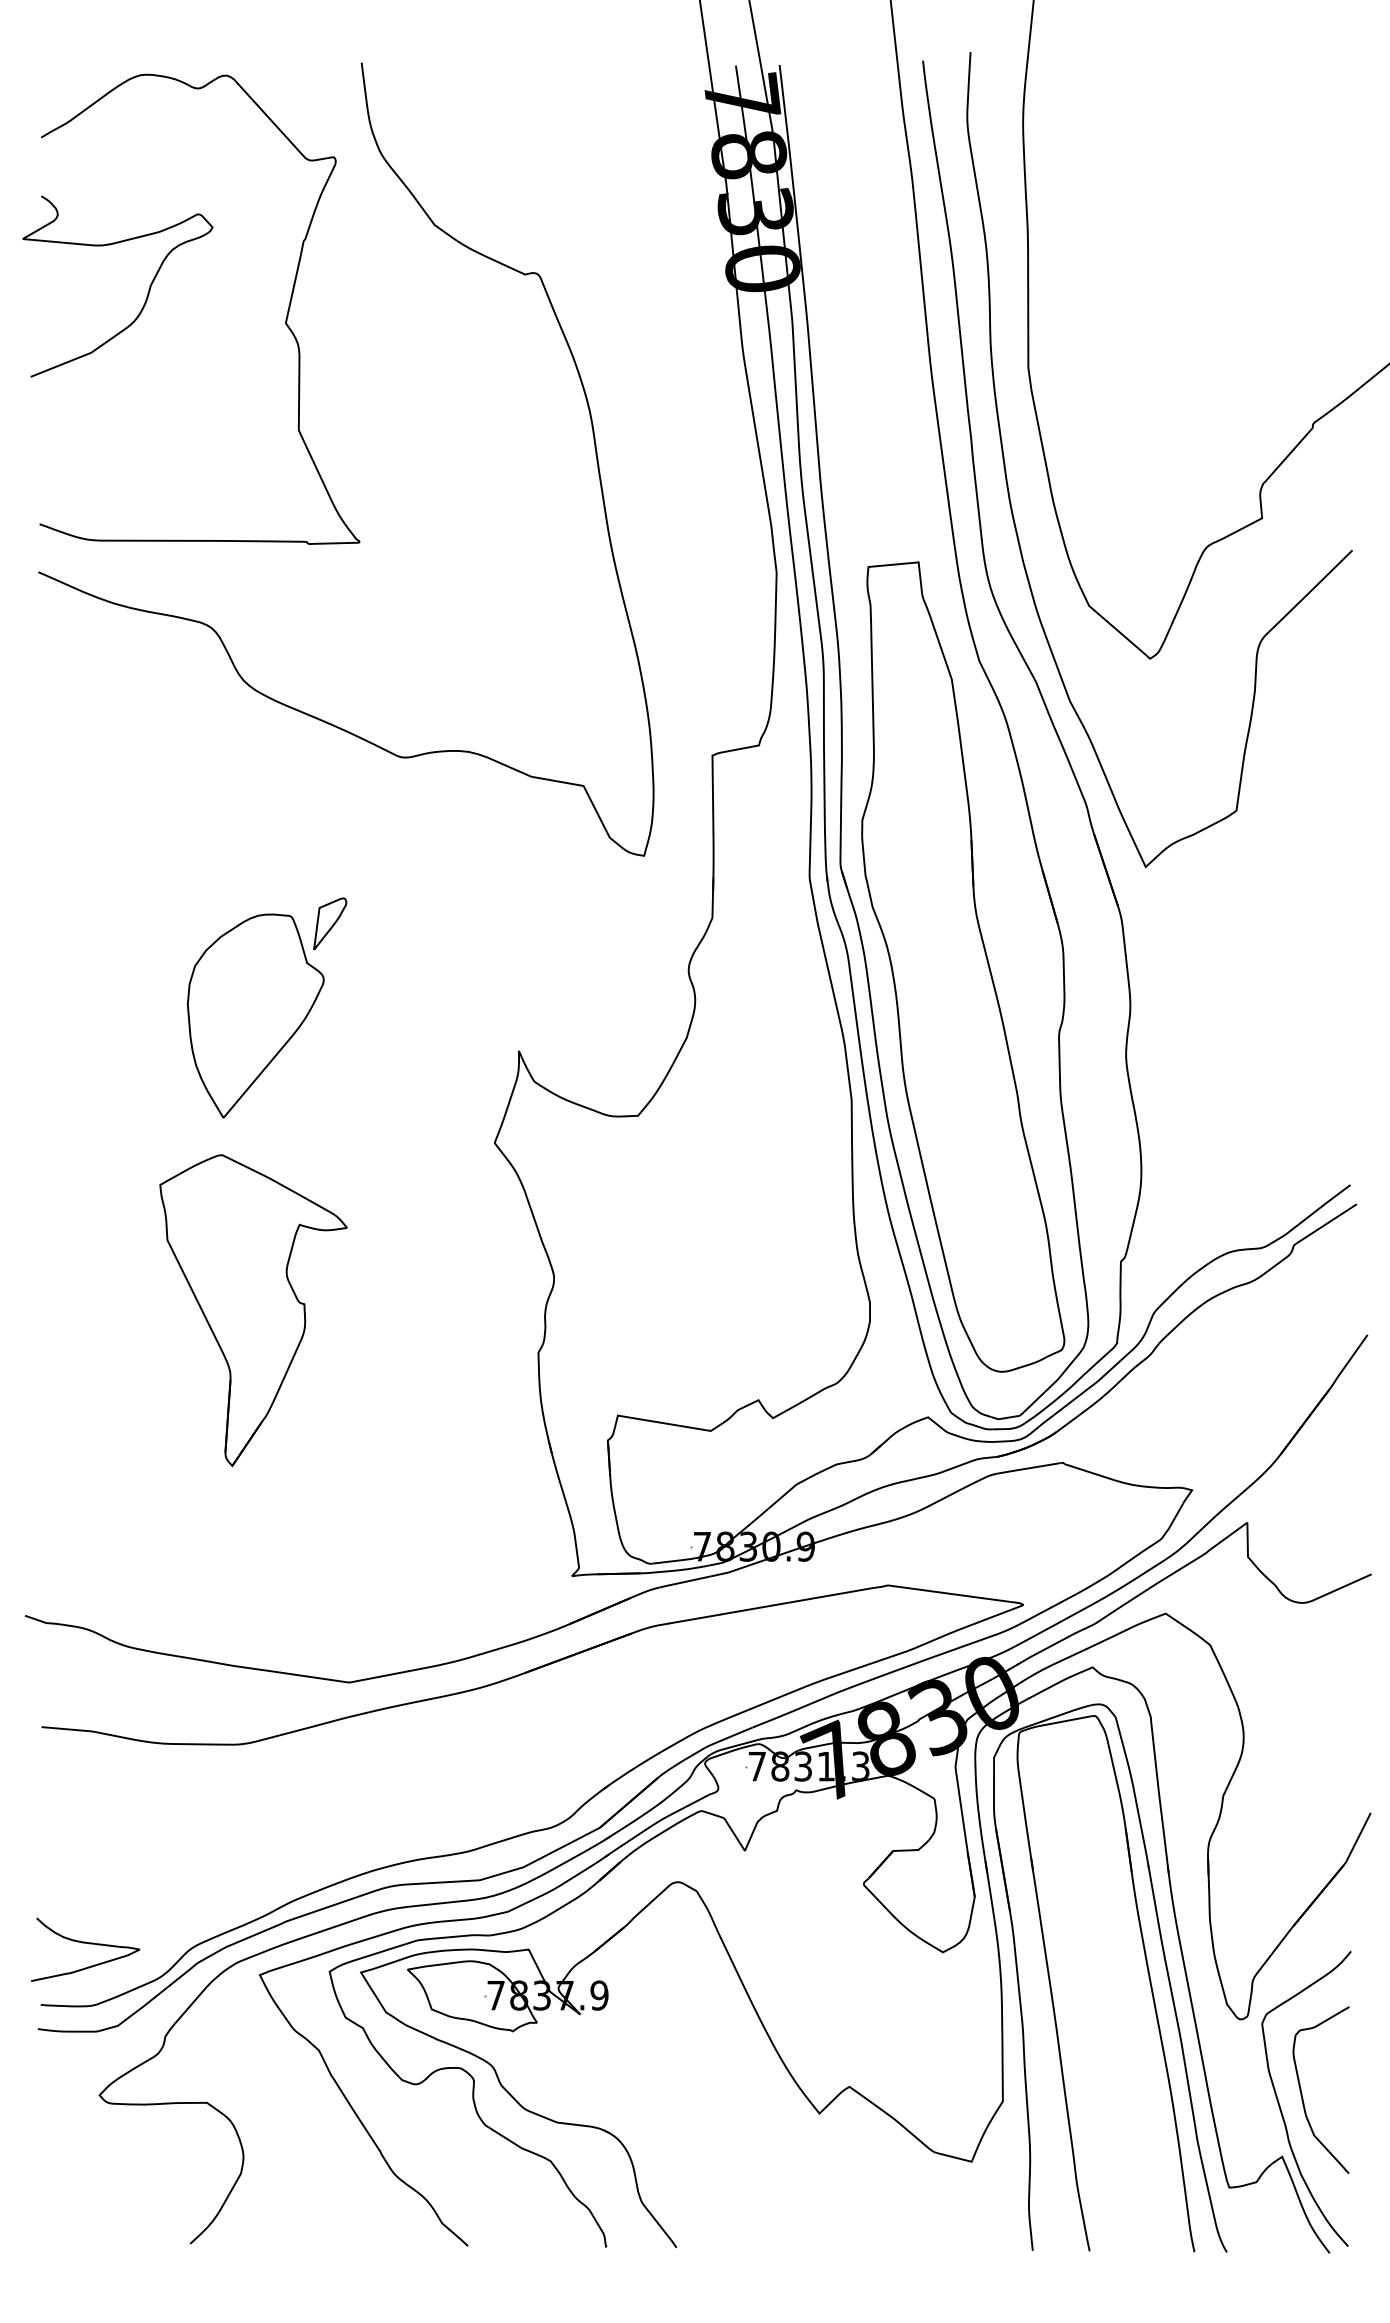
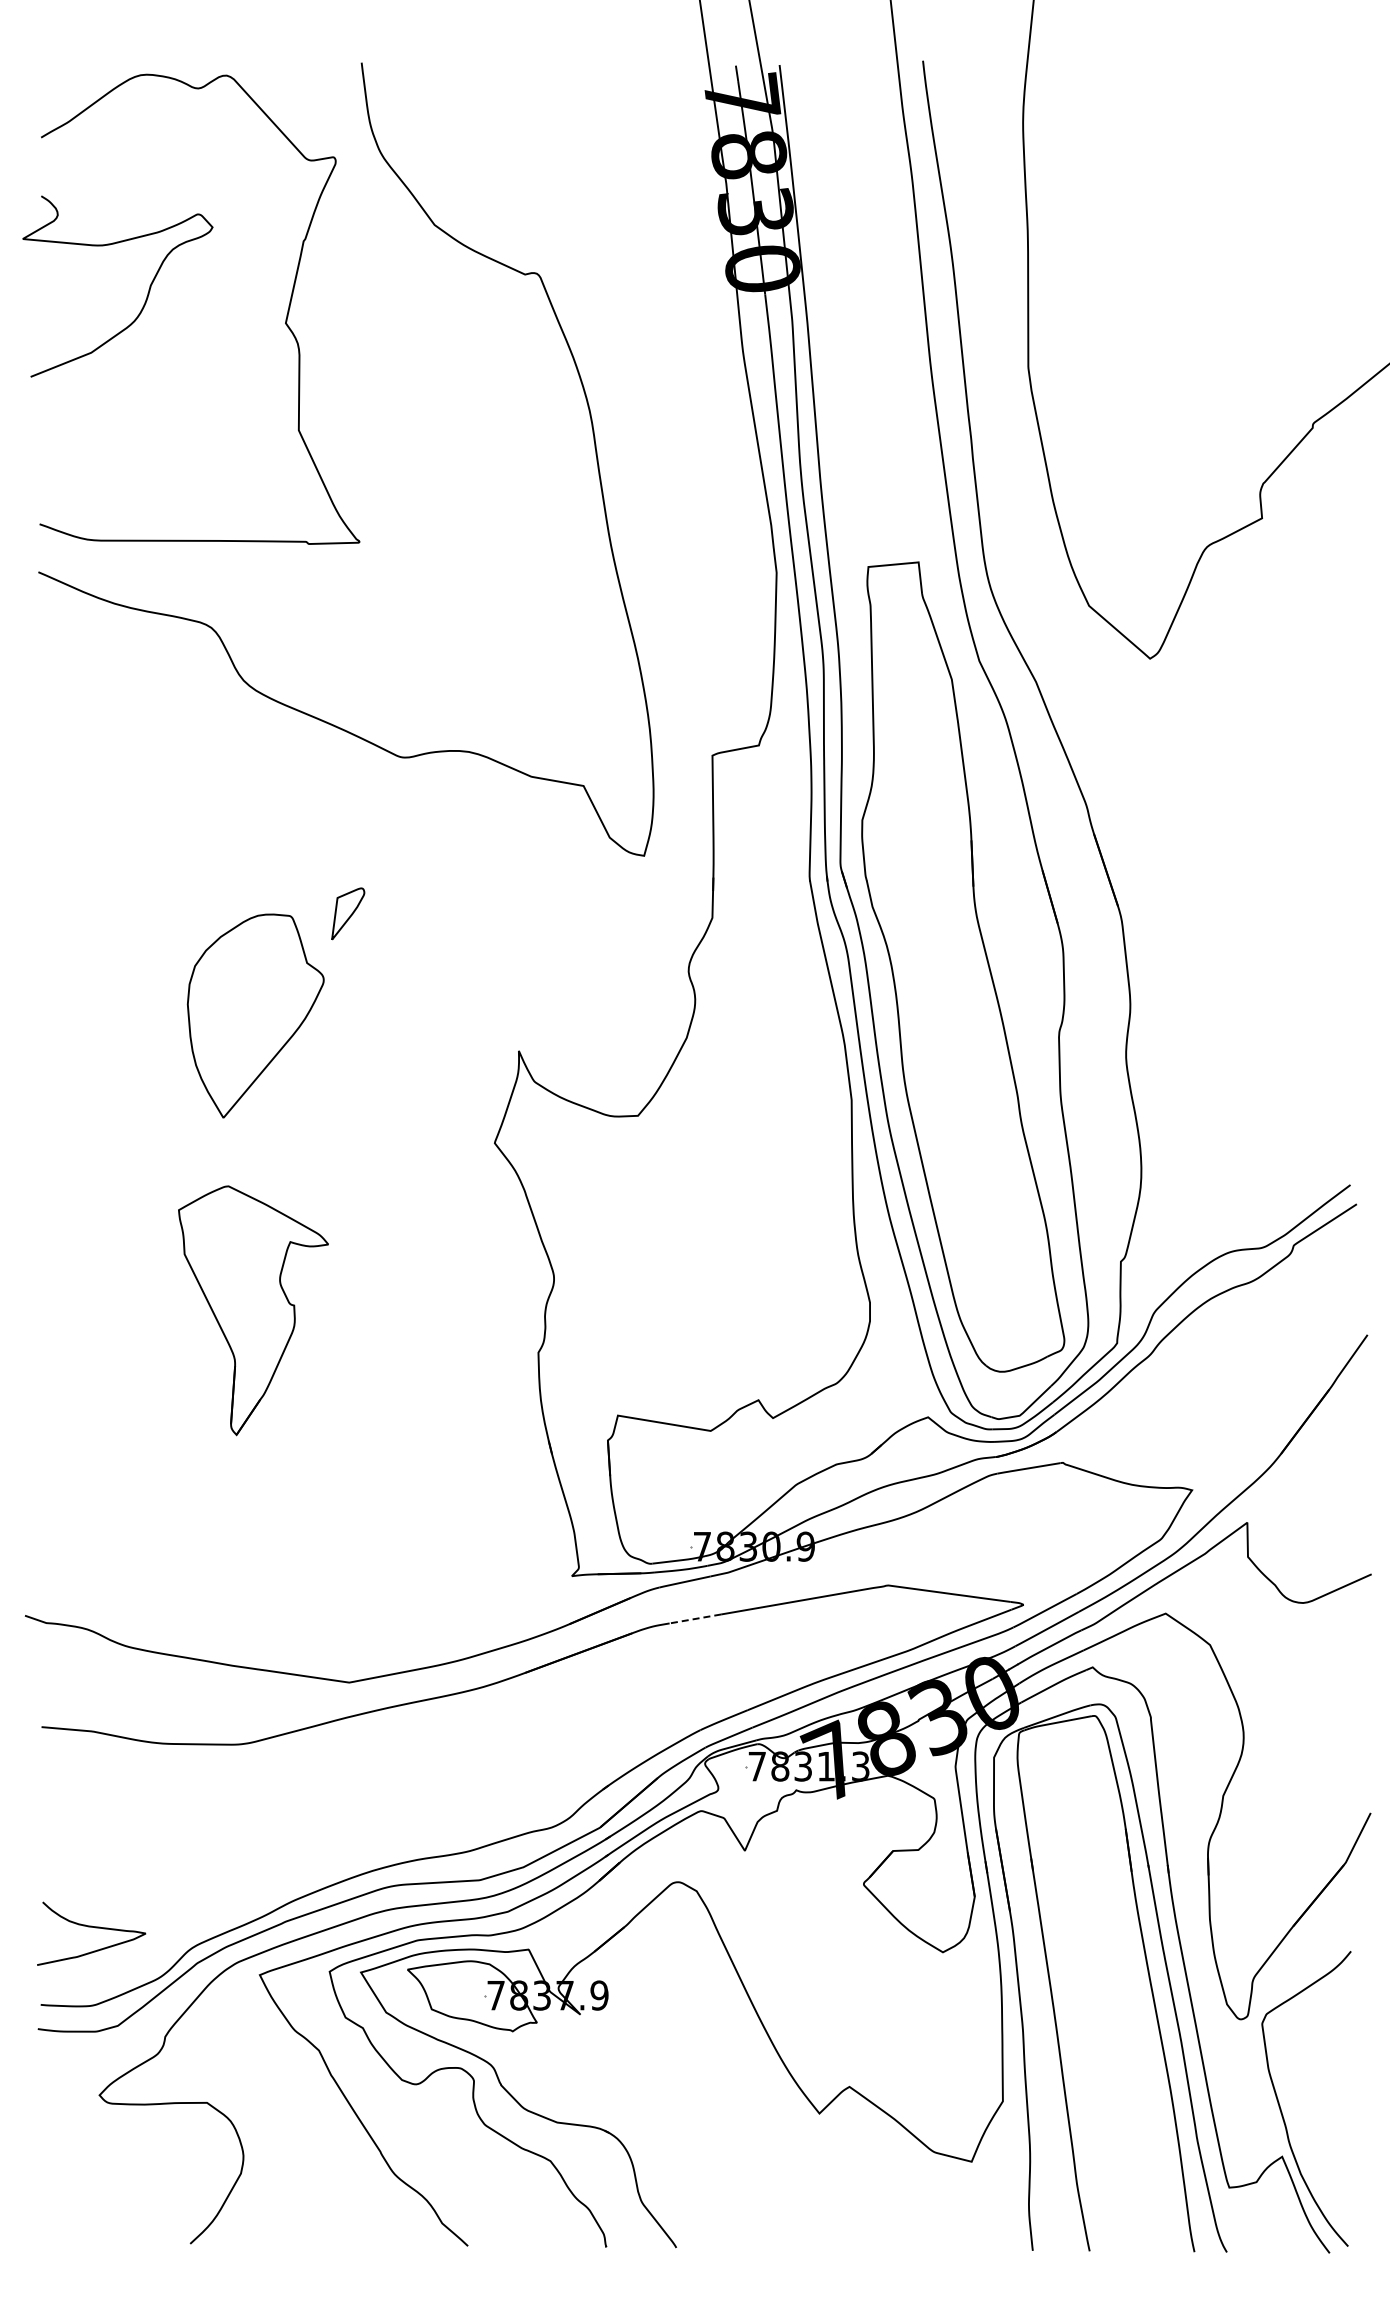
curve at (1008, 484): present -> none
part at (330, 923) position: (330, 923) -> (348, 913)
part at (253, 1310) size: 189x314 px -> 151x252 px
line at (694, 1619): solid -> dashed
curve at (85, 1943) position: (85, 1943) -> (91, 1927)
curve at (1302, 2093): present -> none
